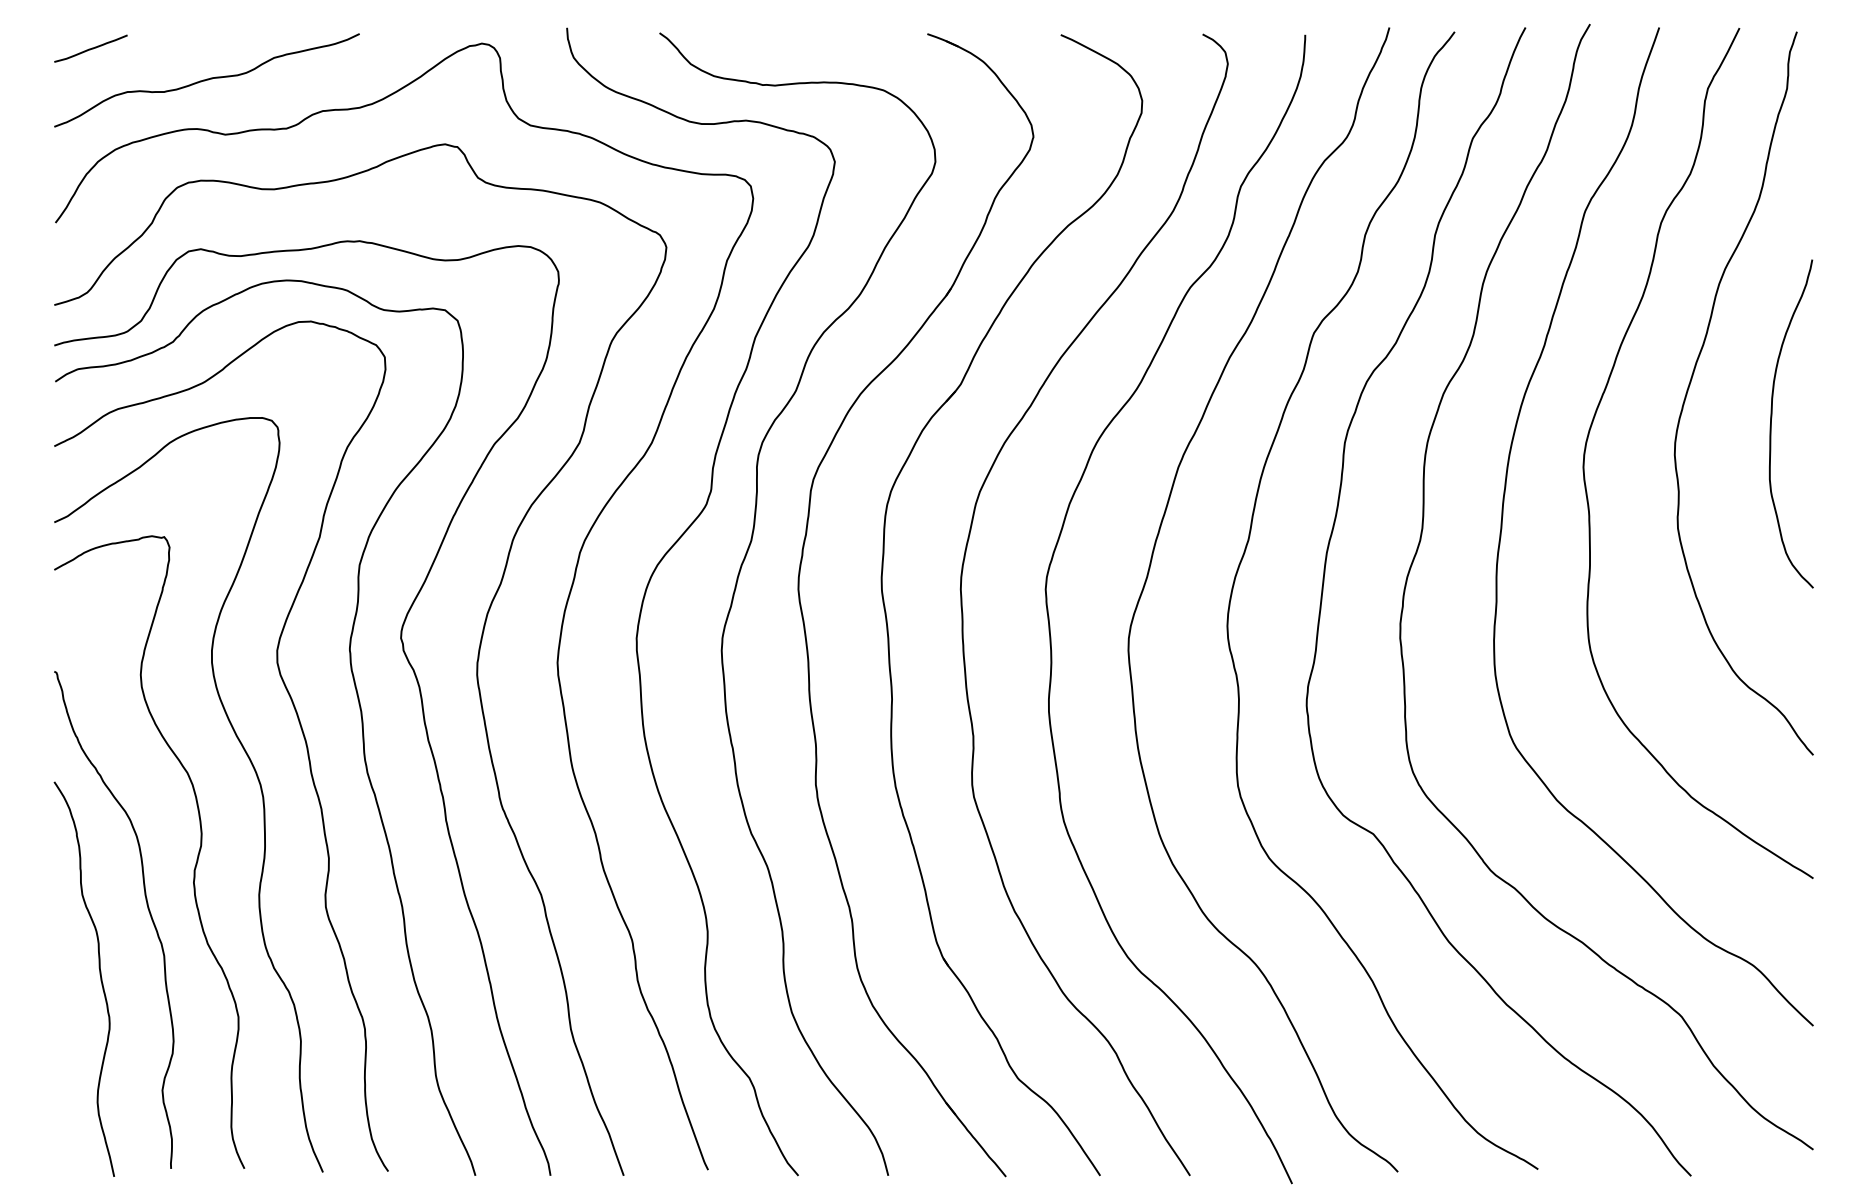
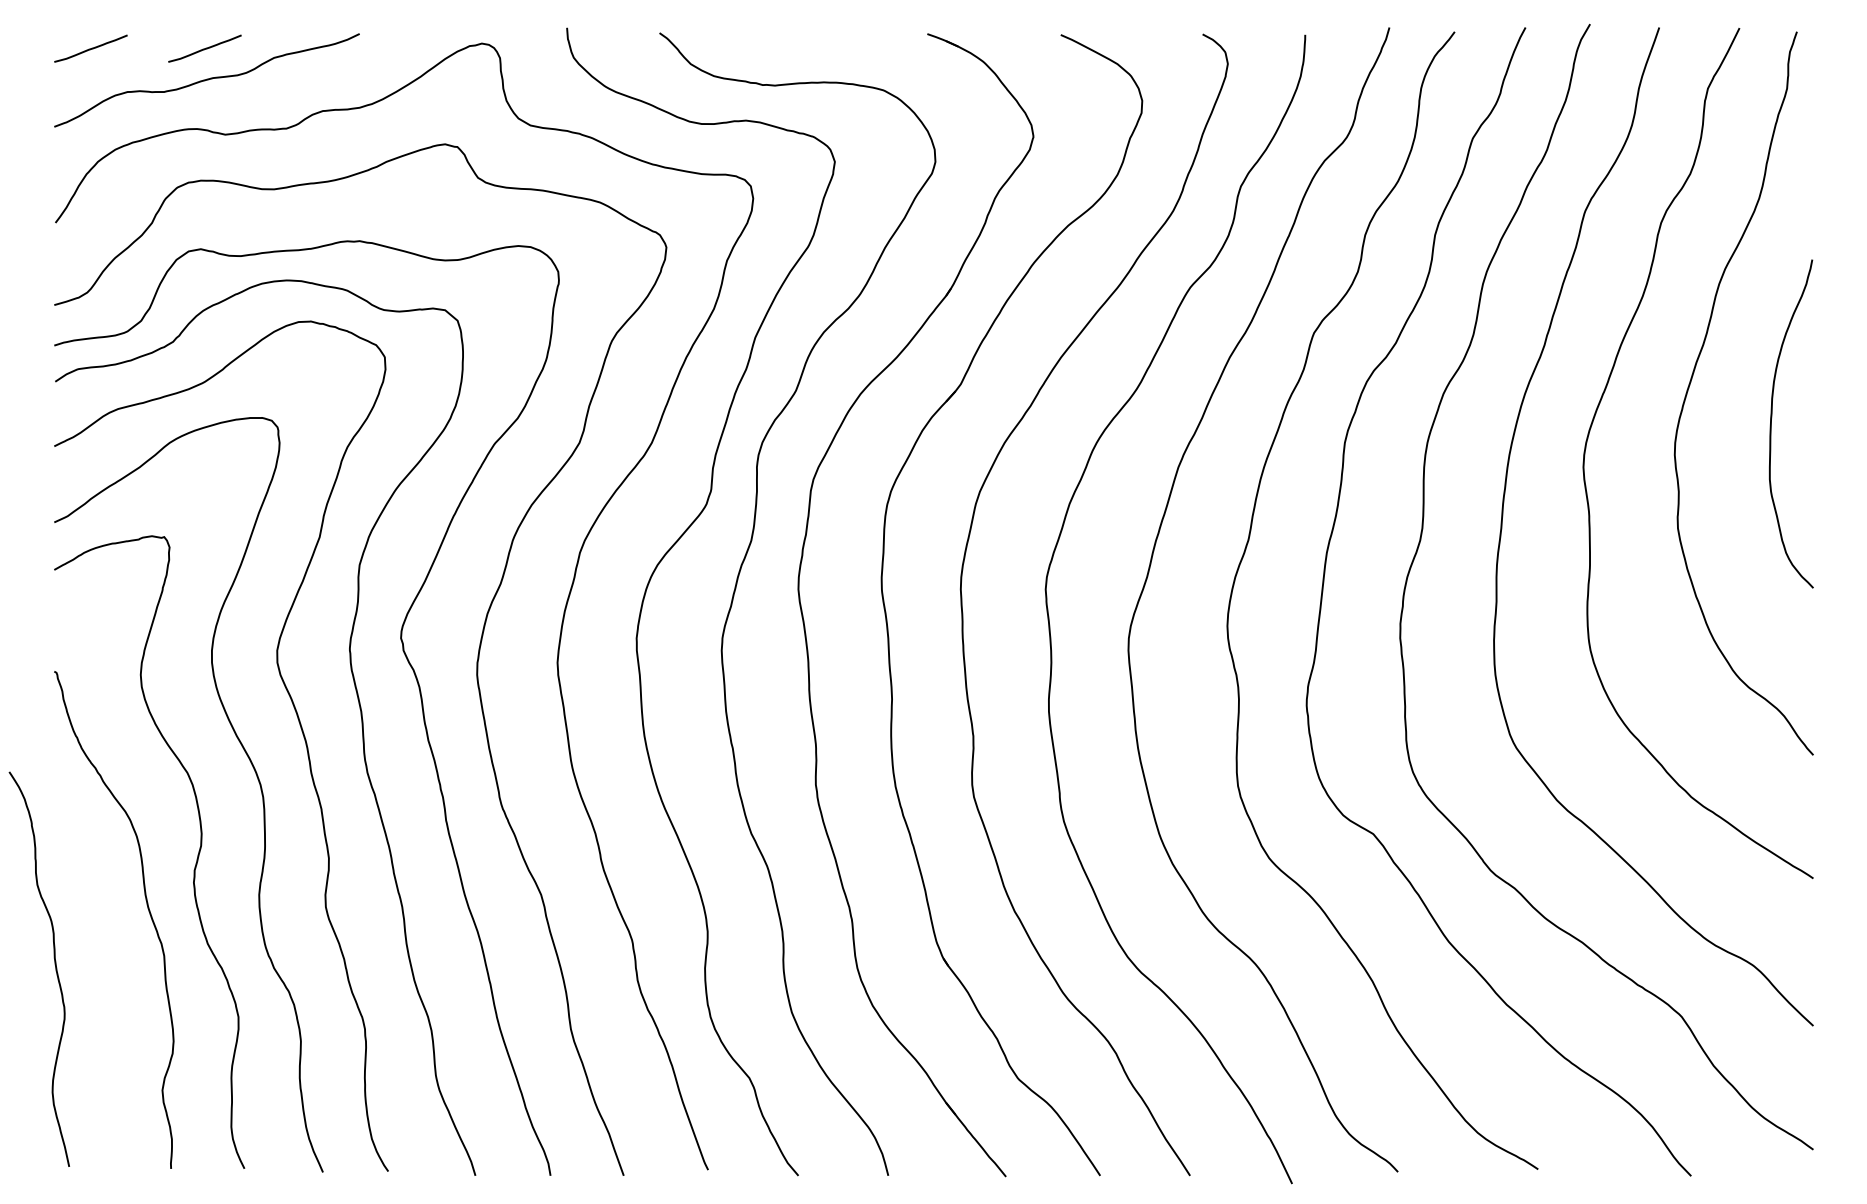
curve at (204, 48): none -> present
curve at (99, 974) position: (99, 974) -> (54, 964)
